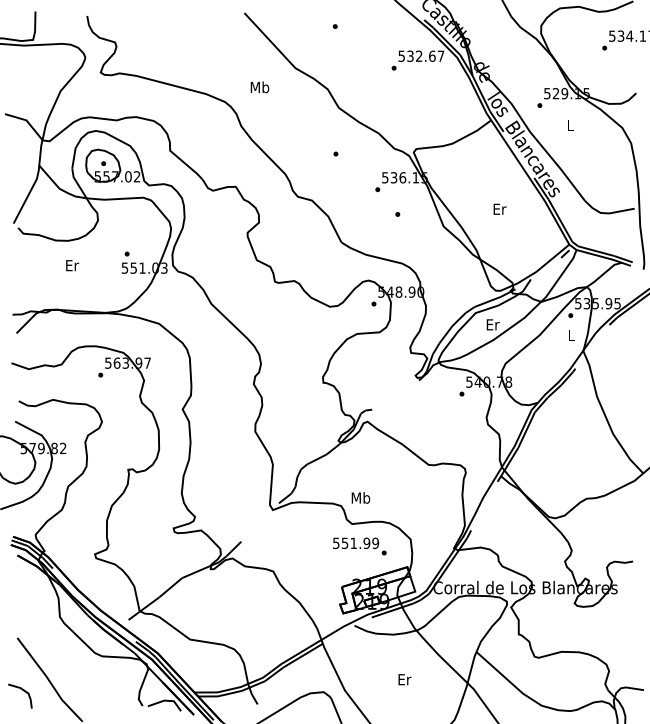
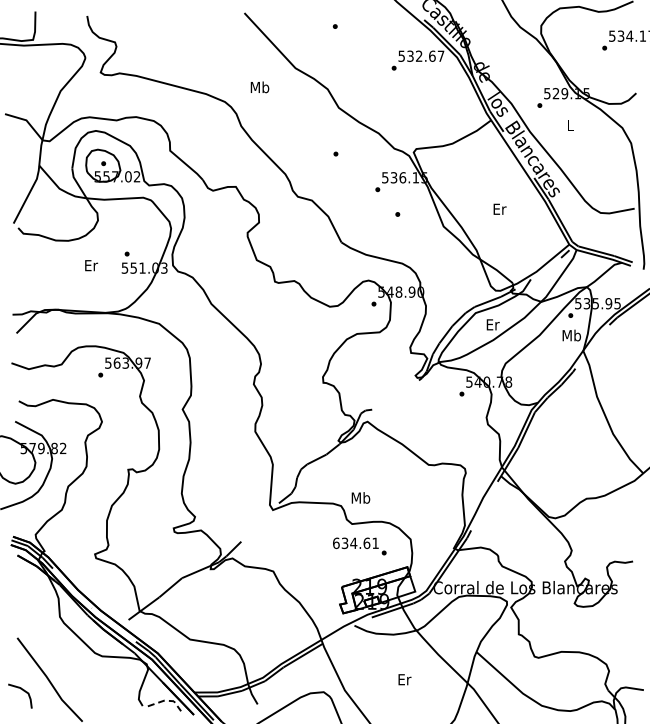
text at (72, 265) position: (72, 265) -> (91, 265)
text at (571, 335): L -> Mb
text at (355, 543): 551.99 -> 634.61
line at (167, 700): solid -> dashed
